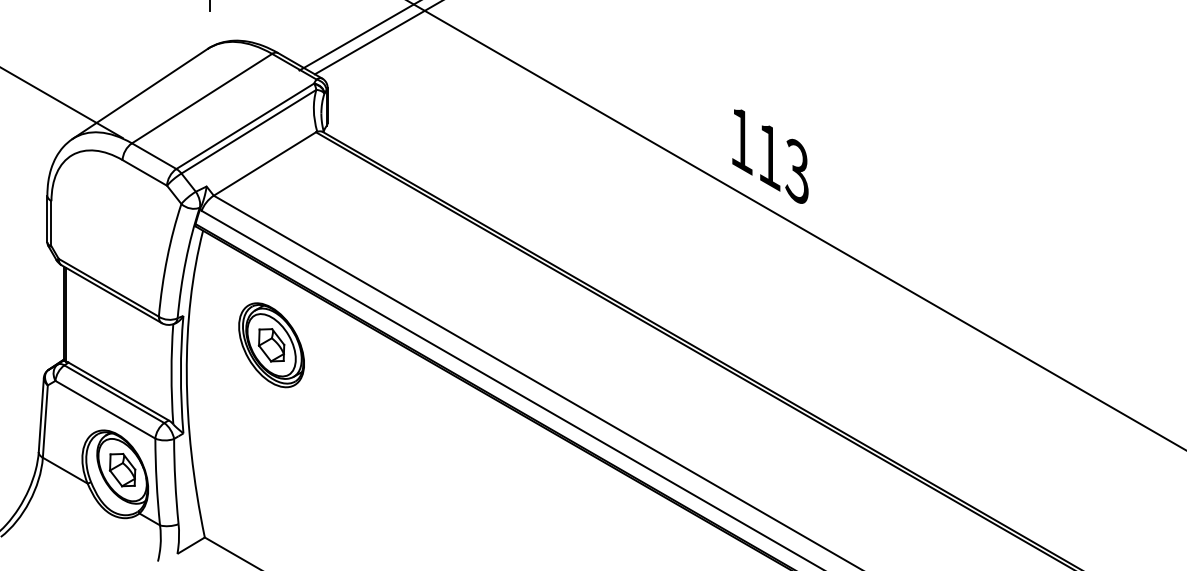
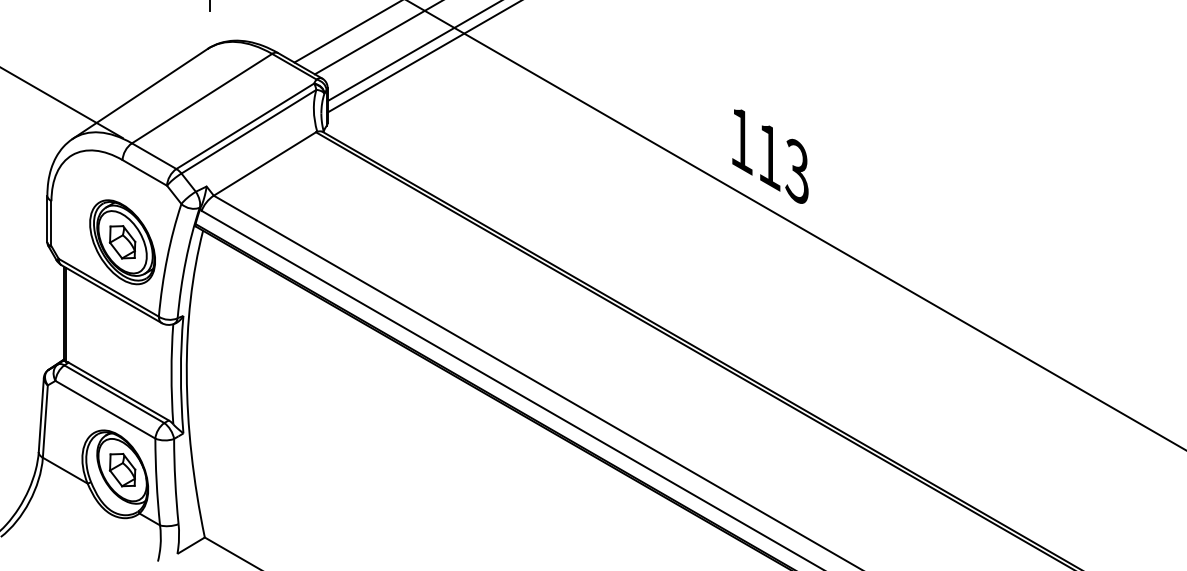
line at (358, 36) position: (358, 36) -> (346, 32)
line at (413, 51): none -> present
line at (423, 57): none -> present
part at (271, 345) position: (271, 345) -> (122, 242)
